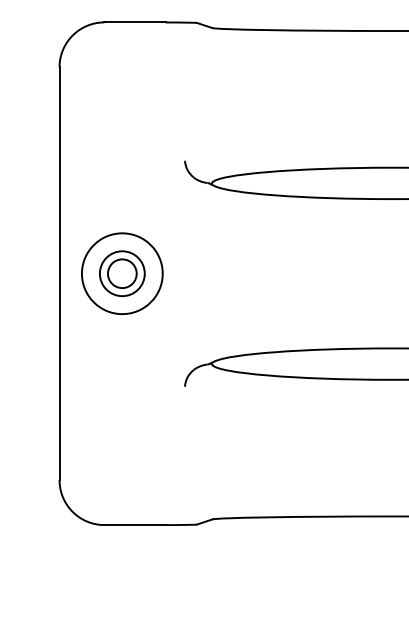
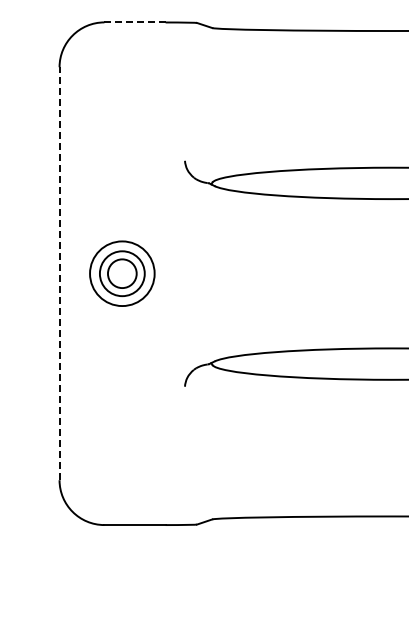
line at (135, 22): solid -> dashed
line at (59, 273): solid -> dashed
circle at (121, 273) diameter: 81 px -> 65 px
